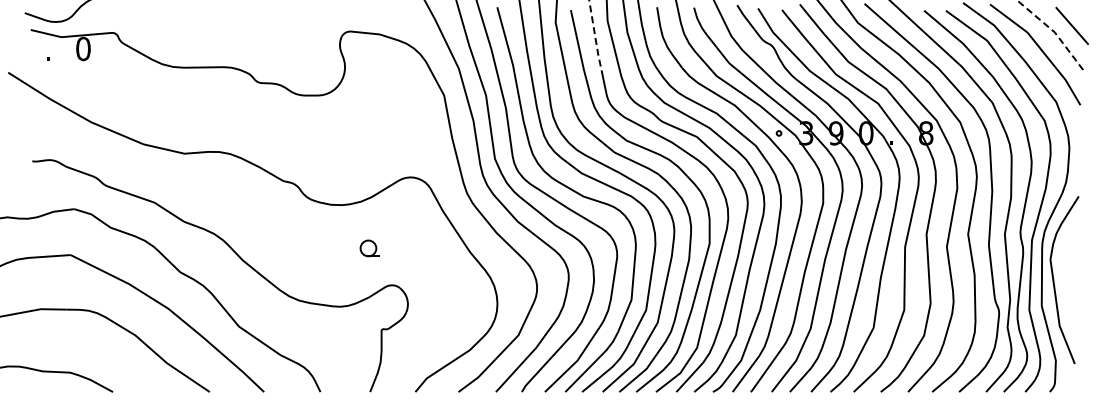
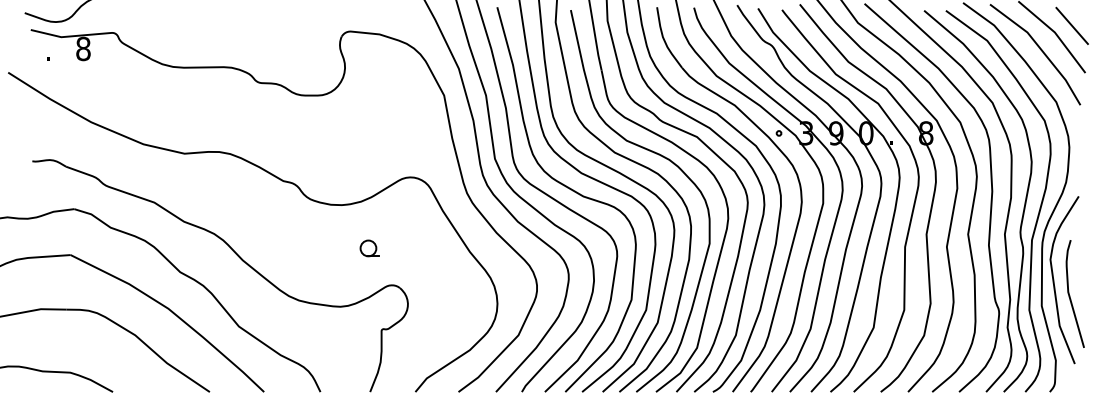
line at (1055, 33): dashed -> solid
line at (595, 36): dashed -> solid
text at (83, 48): 0 -> 8
curve at (1070, 295): none -> present
